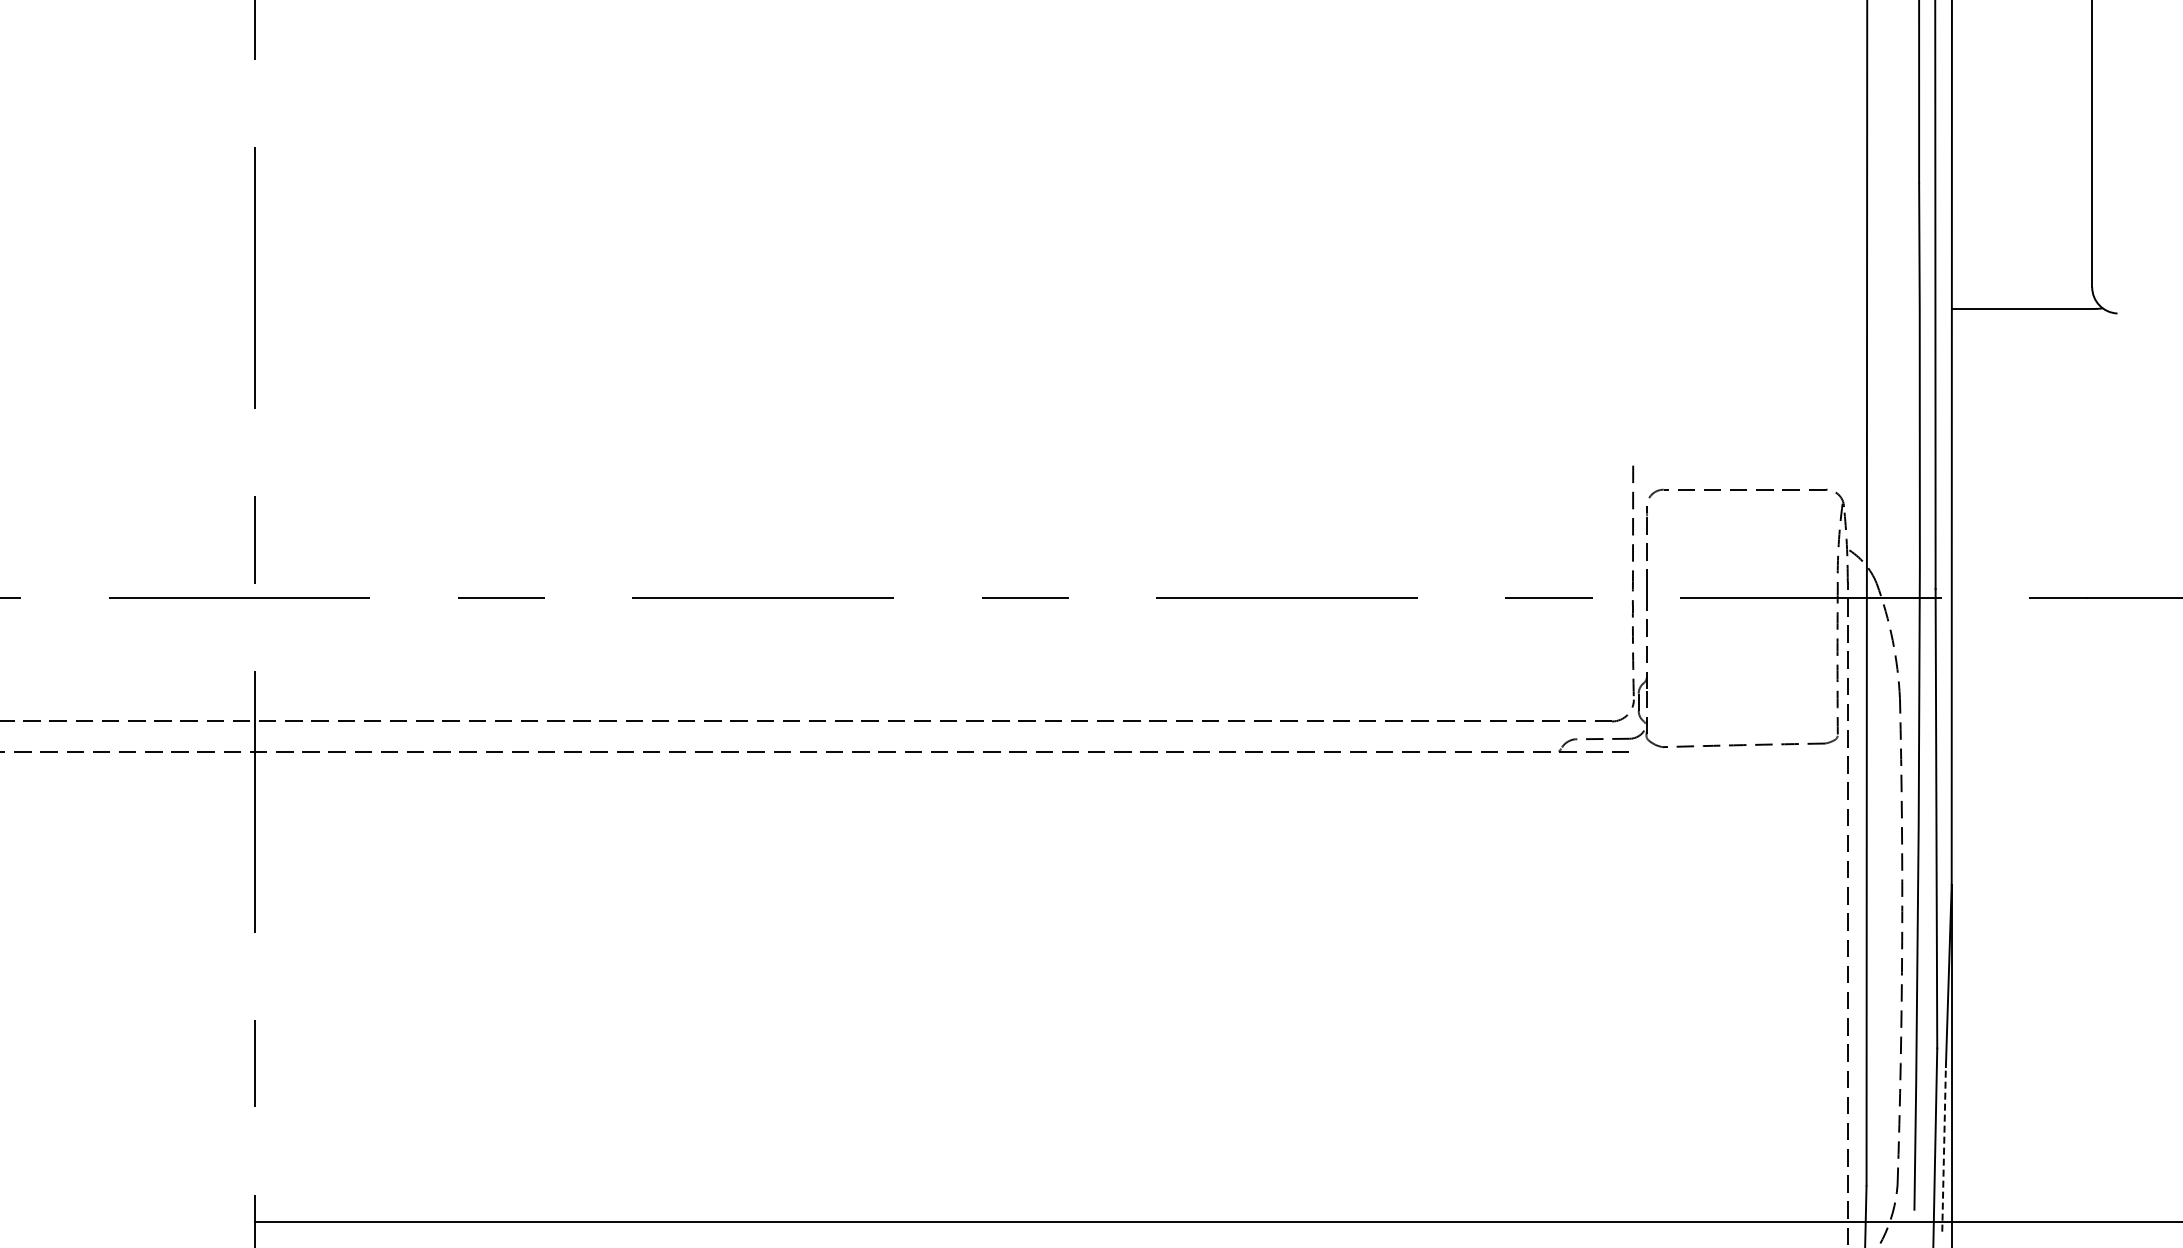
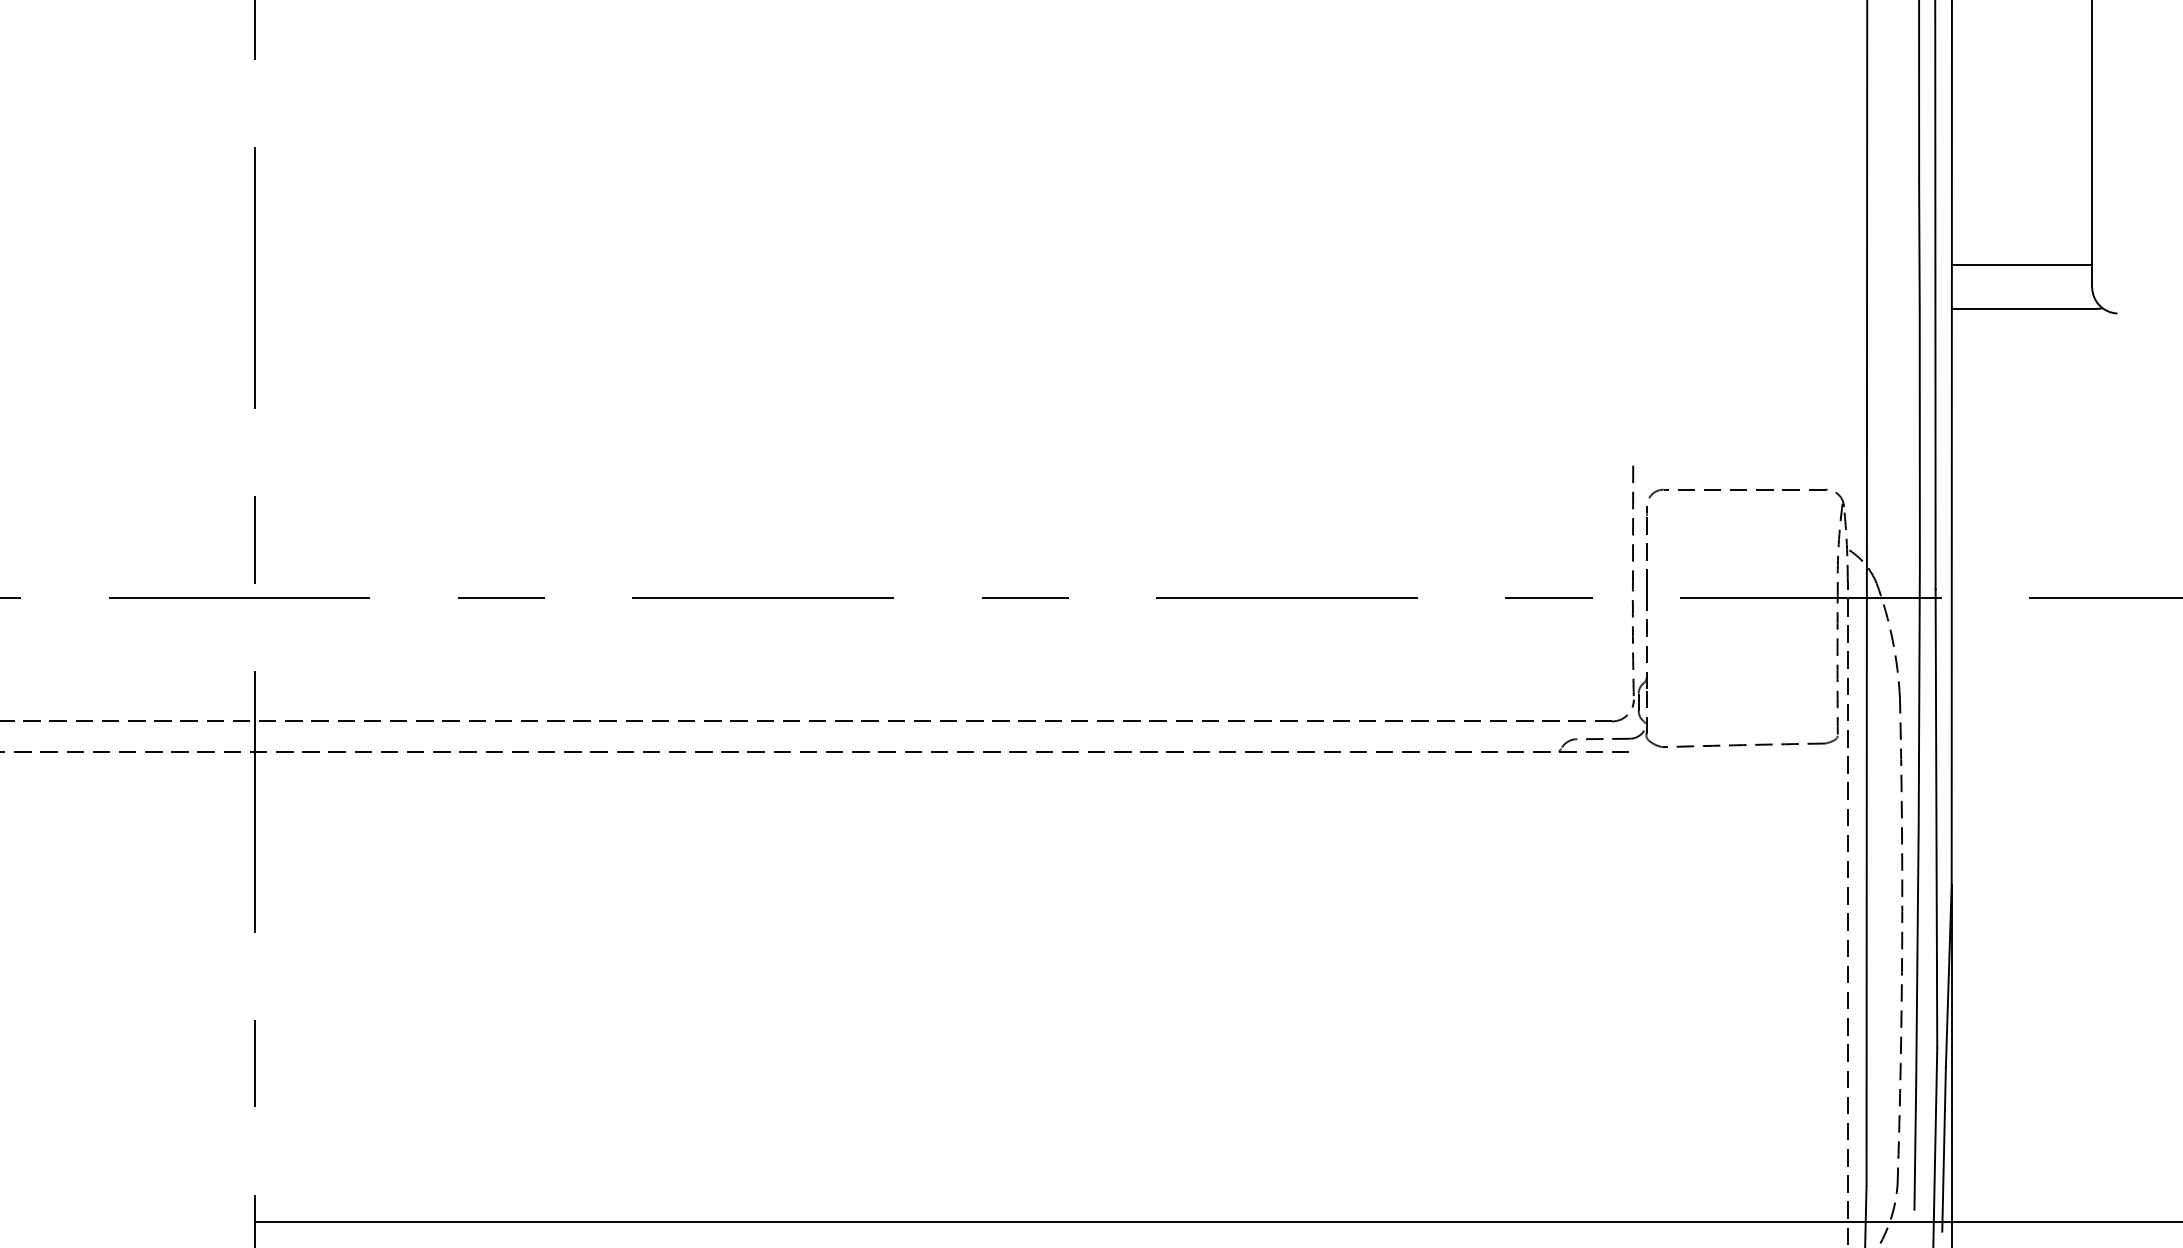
line at (2021, 264): none -> present
line at (1944, 1148): dashed -> solid
